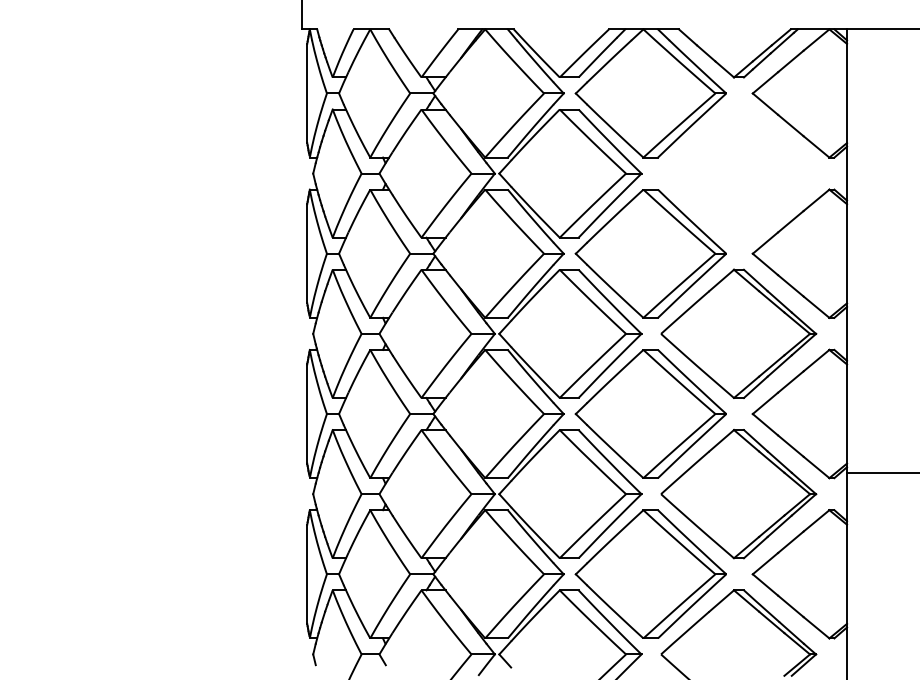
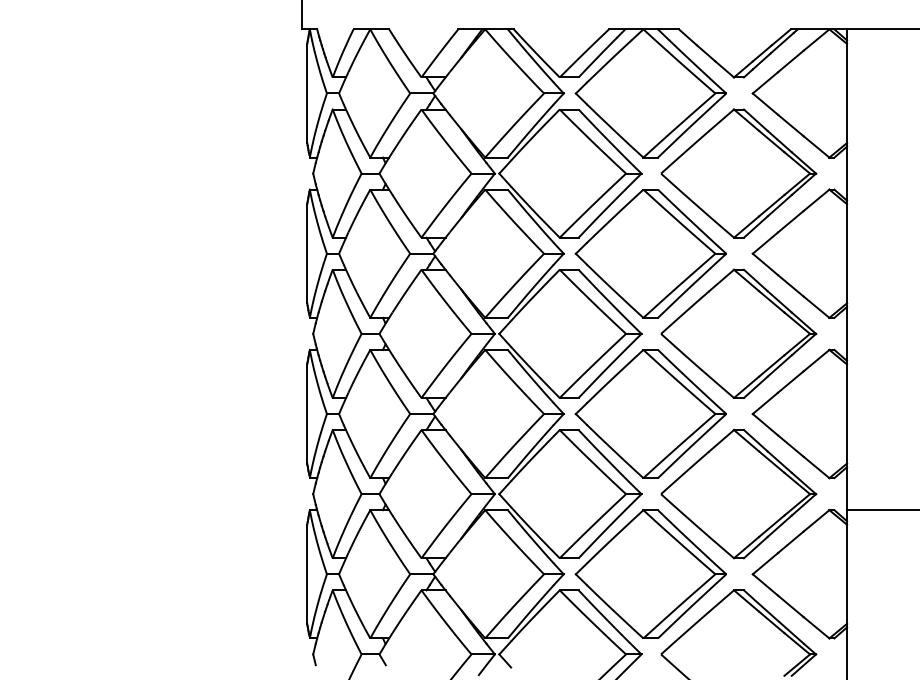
part at (738, 173): none -> present
line at (881, 473) position: (881, 473) -> (881, 510)
